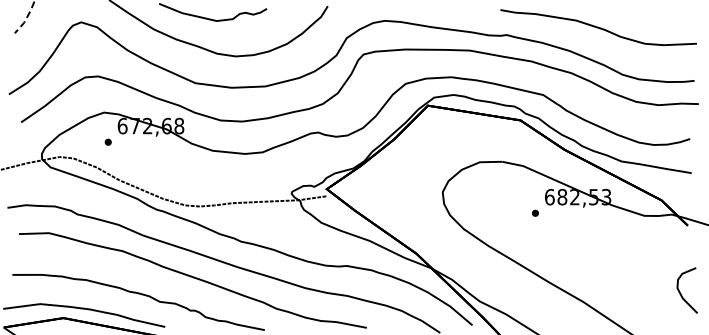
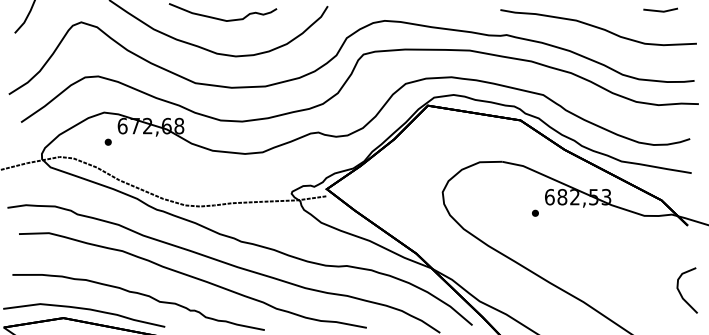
line at (660, 10): none -> present
line at (26, 18): dashed -> solid
curve at (211, 18) position: (211, 18) -> (221, 18)
